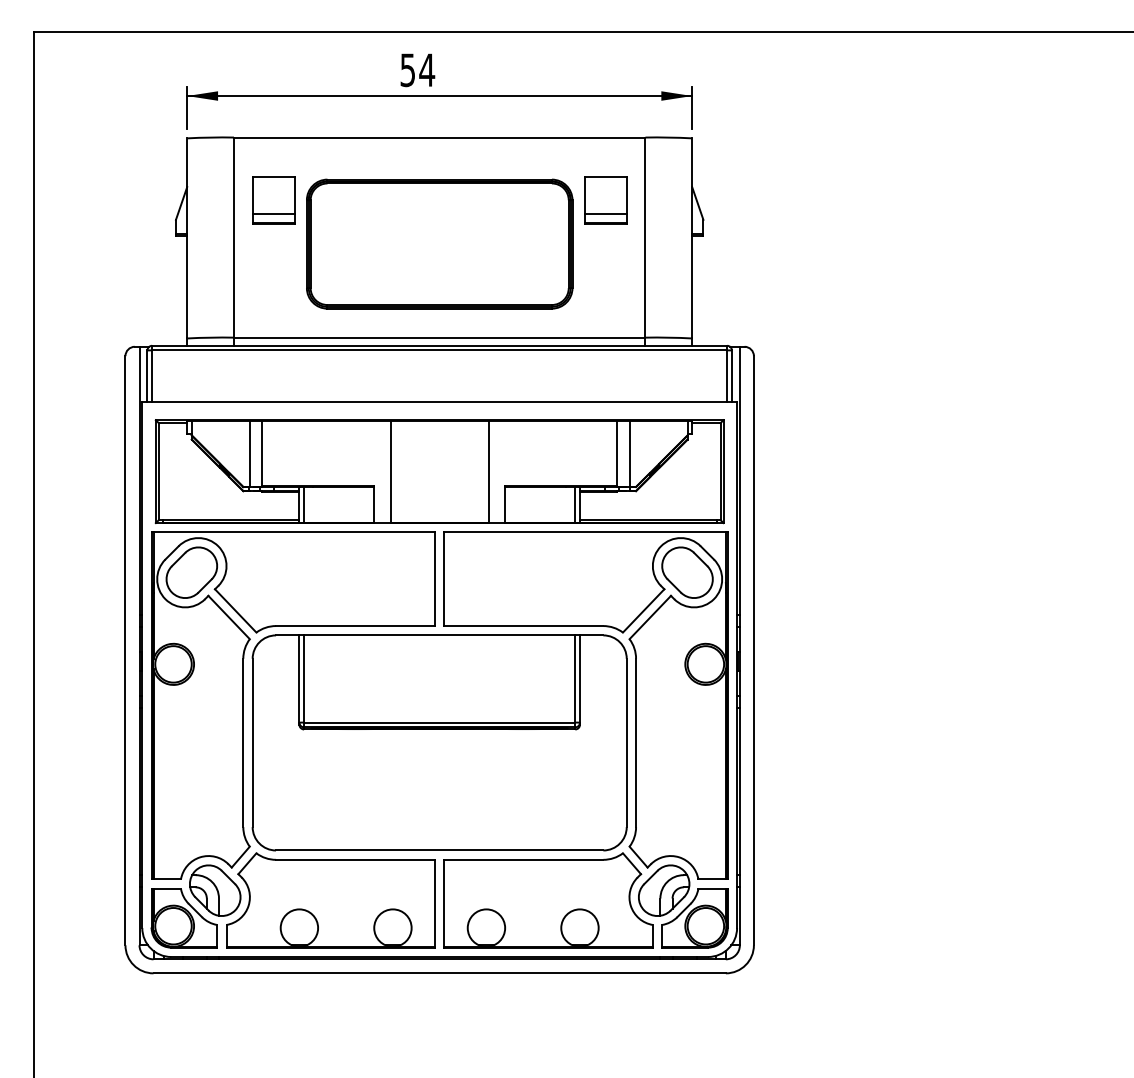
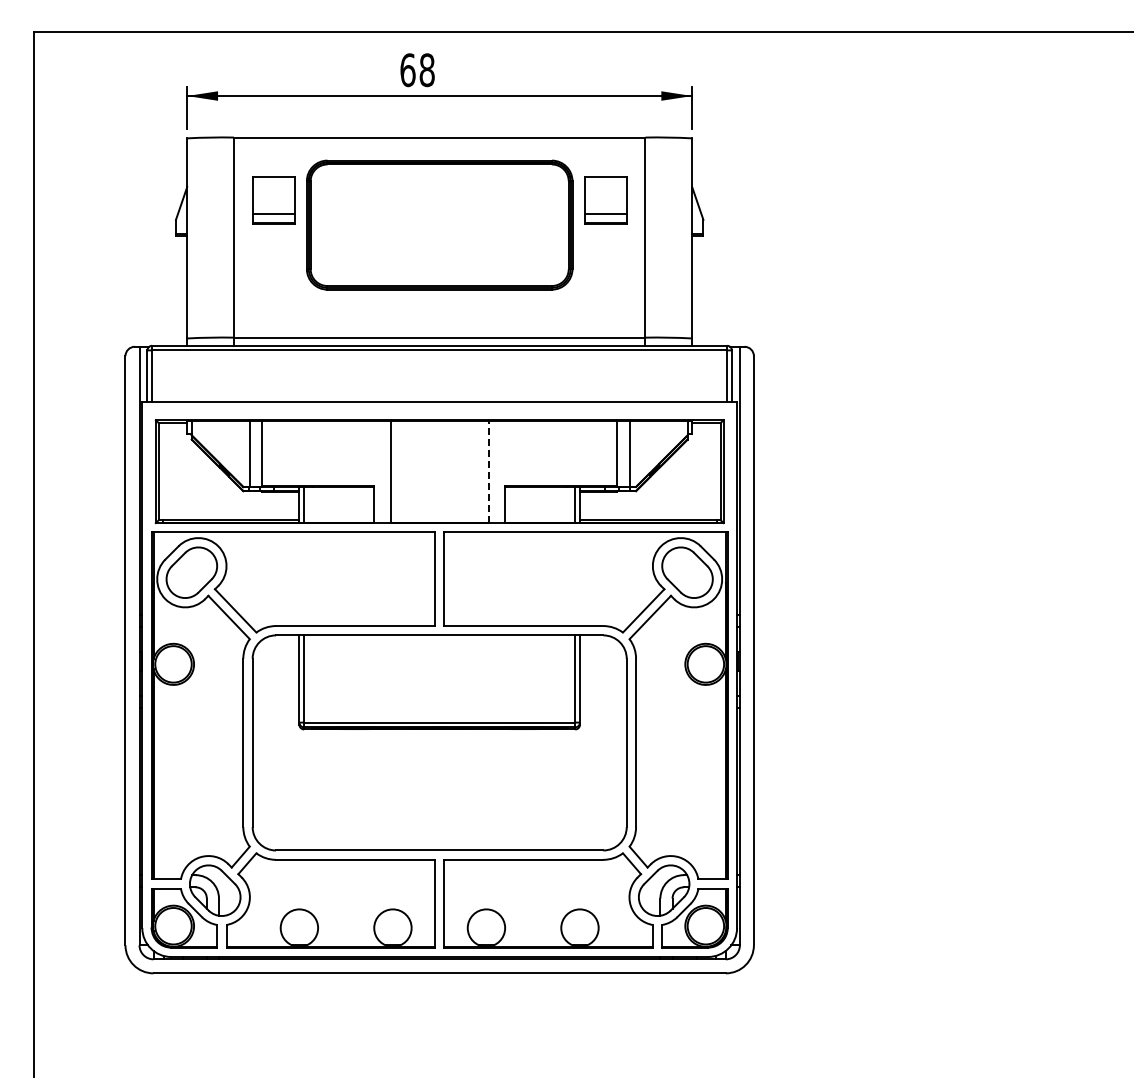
text at (417, 70): 54 -> 68
part at (439, 243) position: (439, 243) -> (439, 224)
line at (488, 471): solid -> dashed
